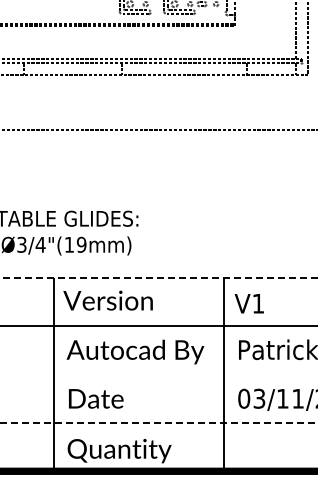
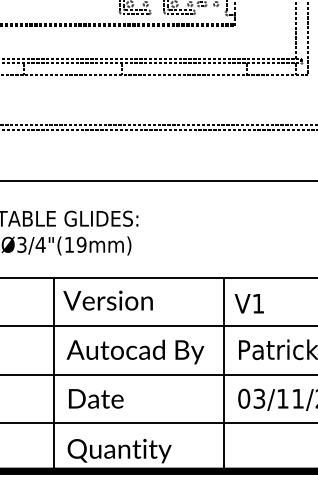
line at (158, 125): none -> present
line at (158, 180): none -> present
line at (158, 278): dashed -> solid
line at (158, 374): none -> present
line at (158, 422): dashed -> solid
